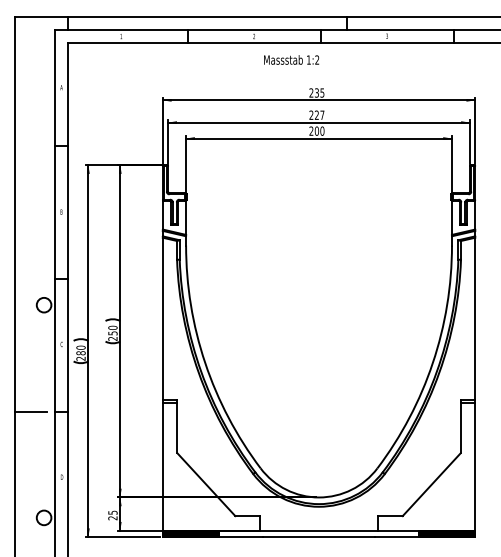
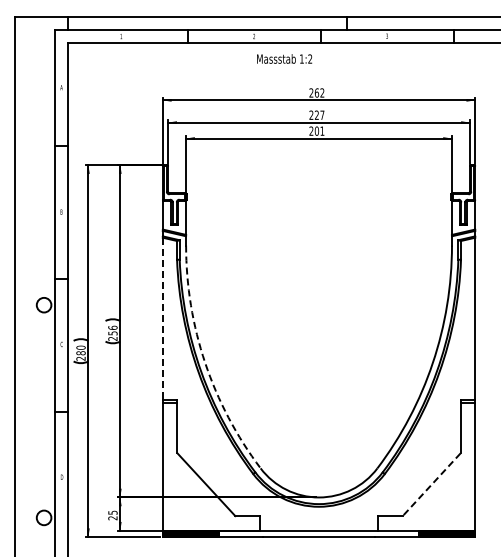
text at (291, 59) position: (291, 59) -> (284, 58)
text at (319, 92): 235 -> 262
text at (322, 130): 200 -> 201
line at (162, 319): solid -> dashed
text at (112, 327): 250 -> 256
arc at (205, 363): solid -> dashed
line at (30, 411): present -> none
line at (431, 484): solid -> dashed
